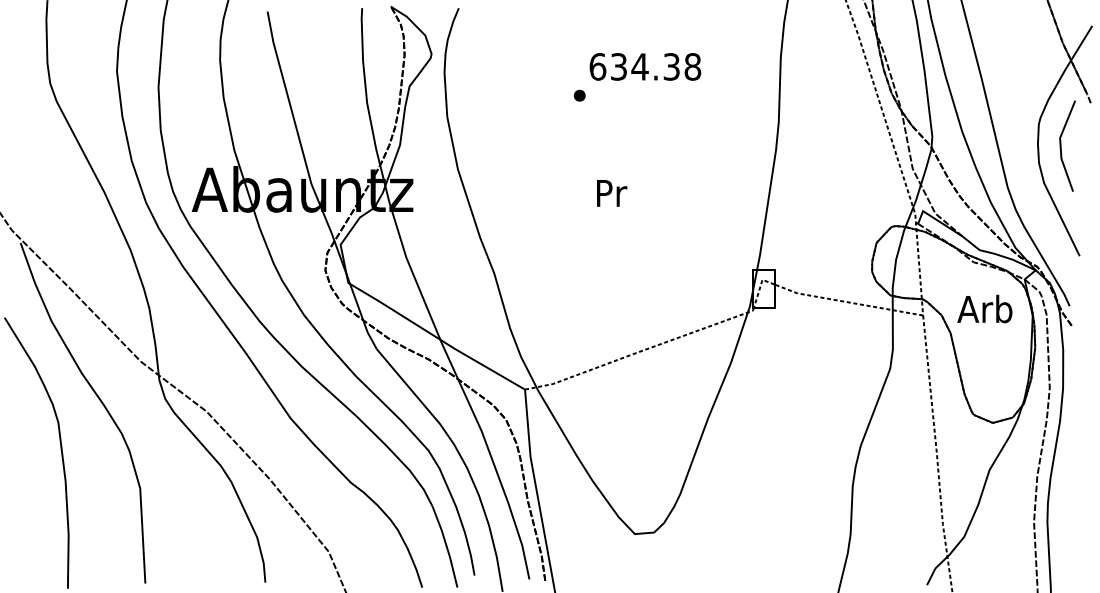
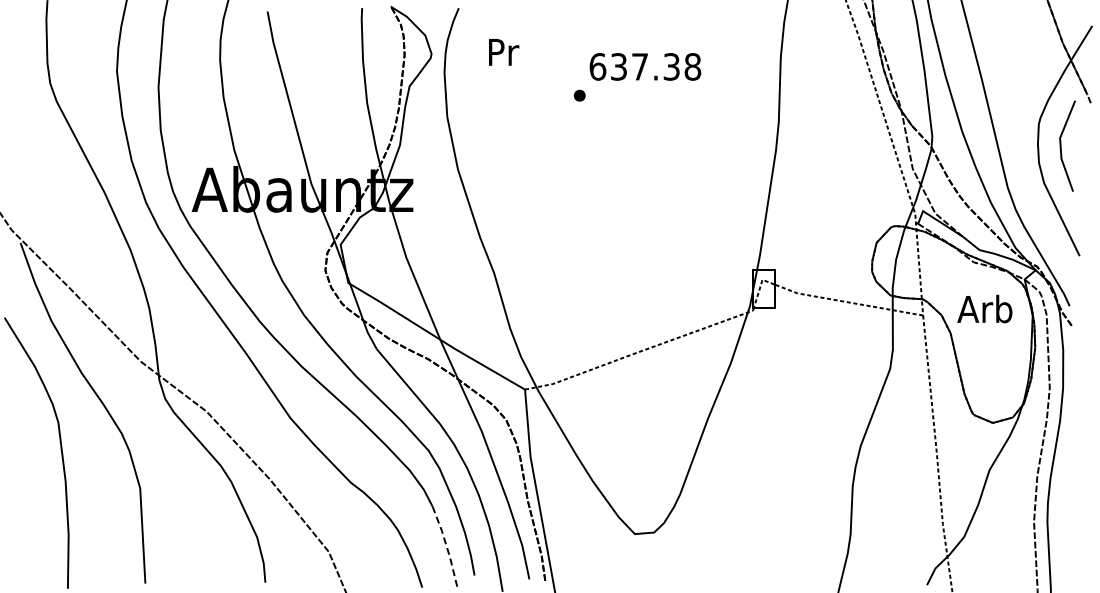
text at (639, 66): 634.38 -> 637.38
text at (612, 193) position: (612, 193) -> (504, 52)
line at (446, 546): solid -> dashed
